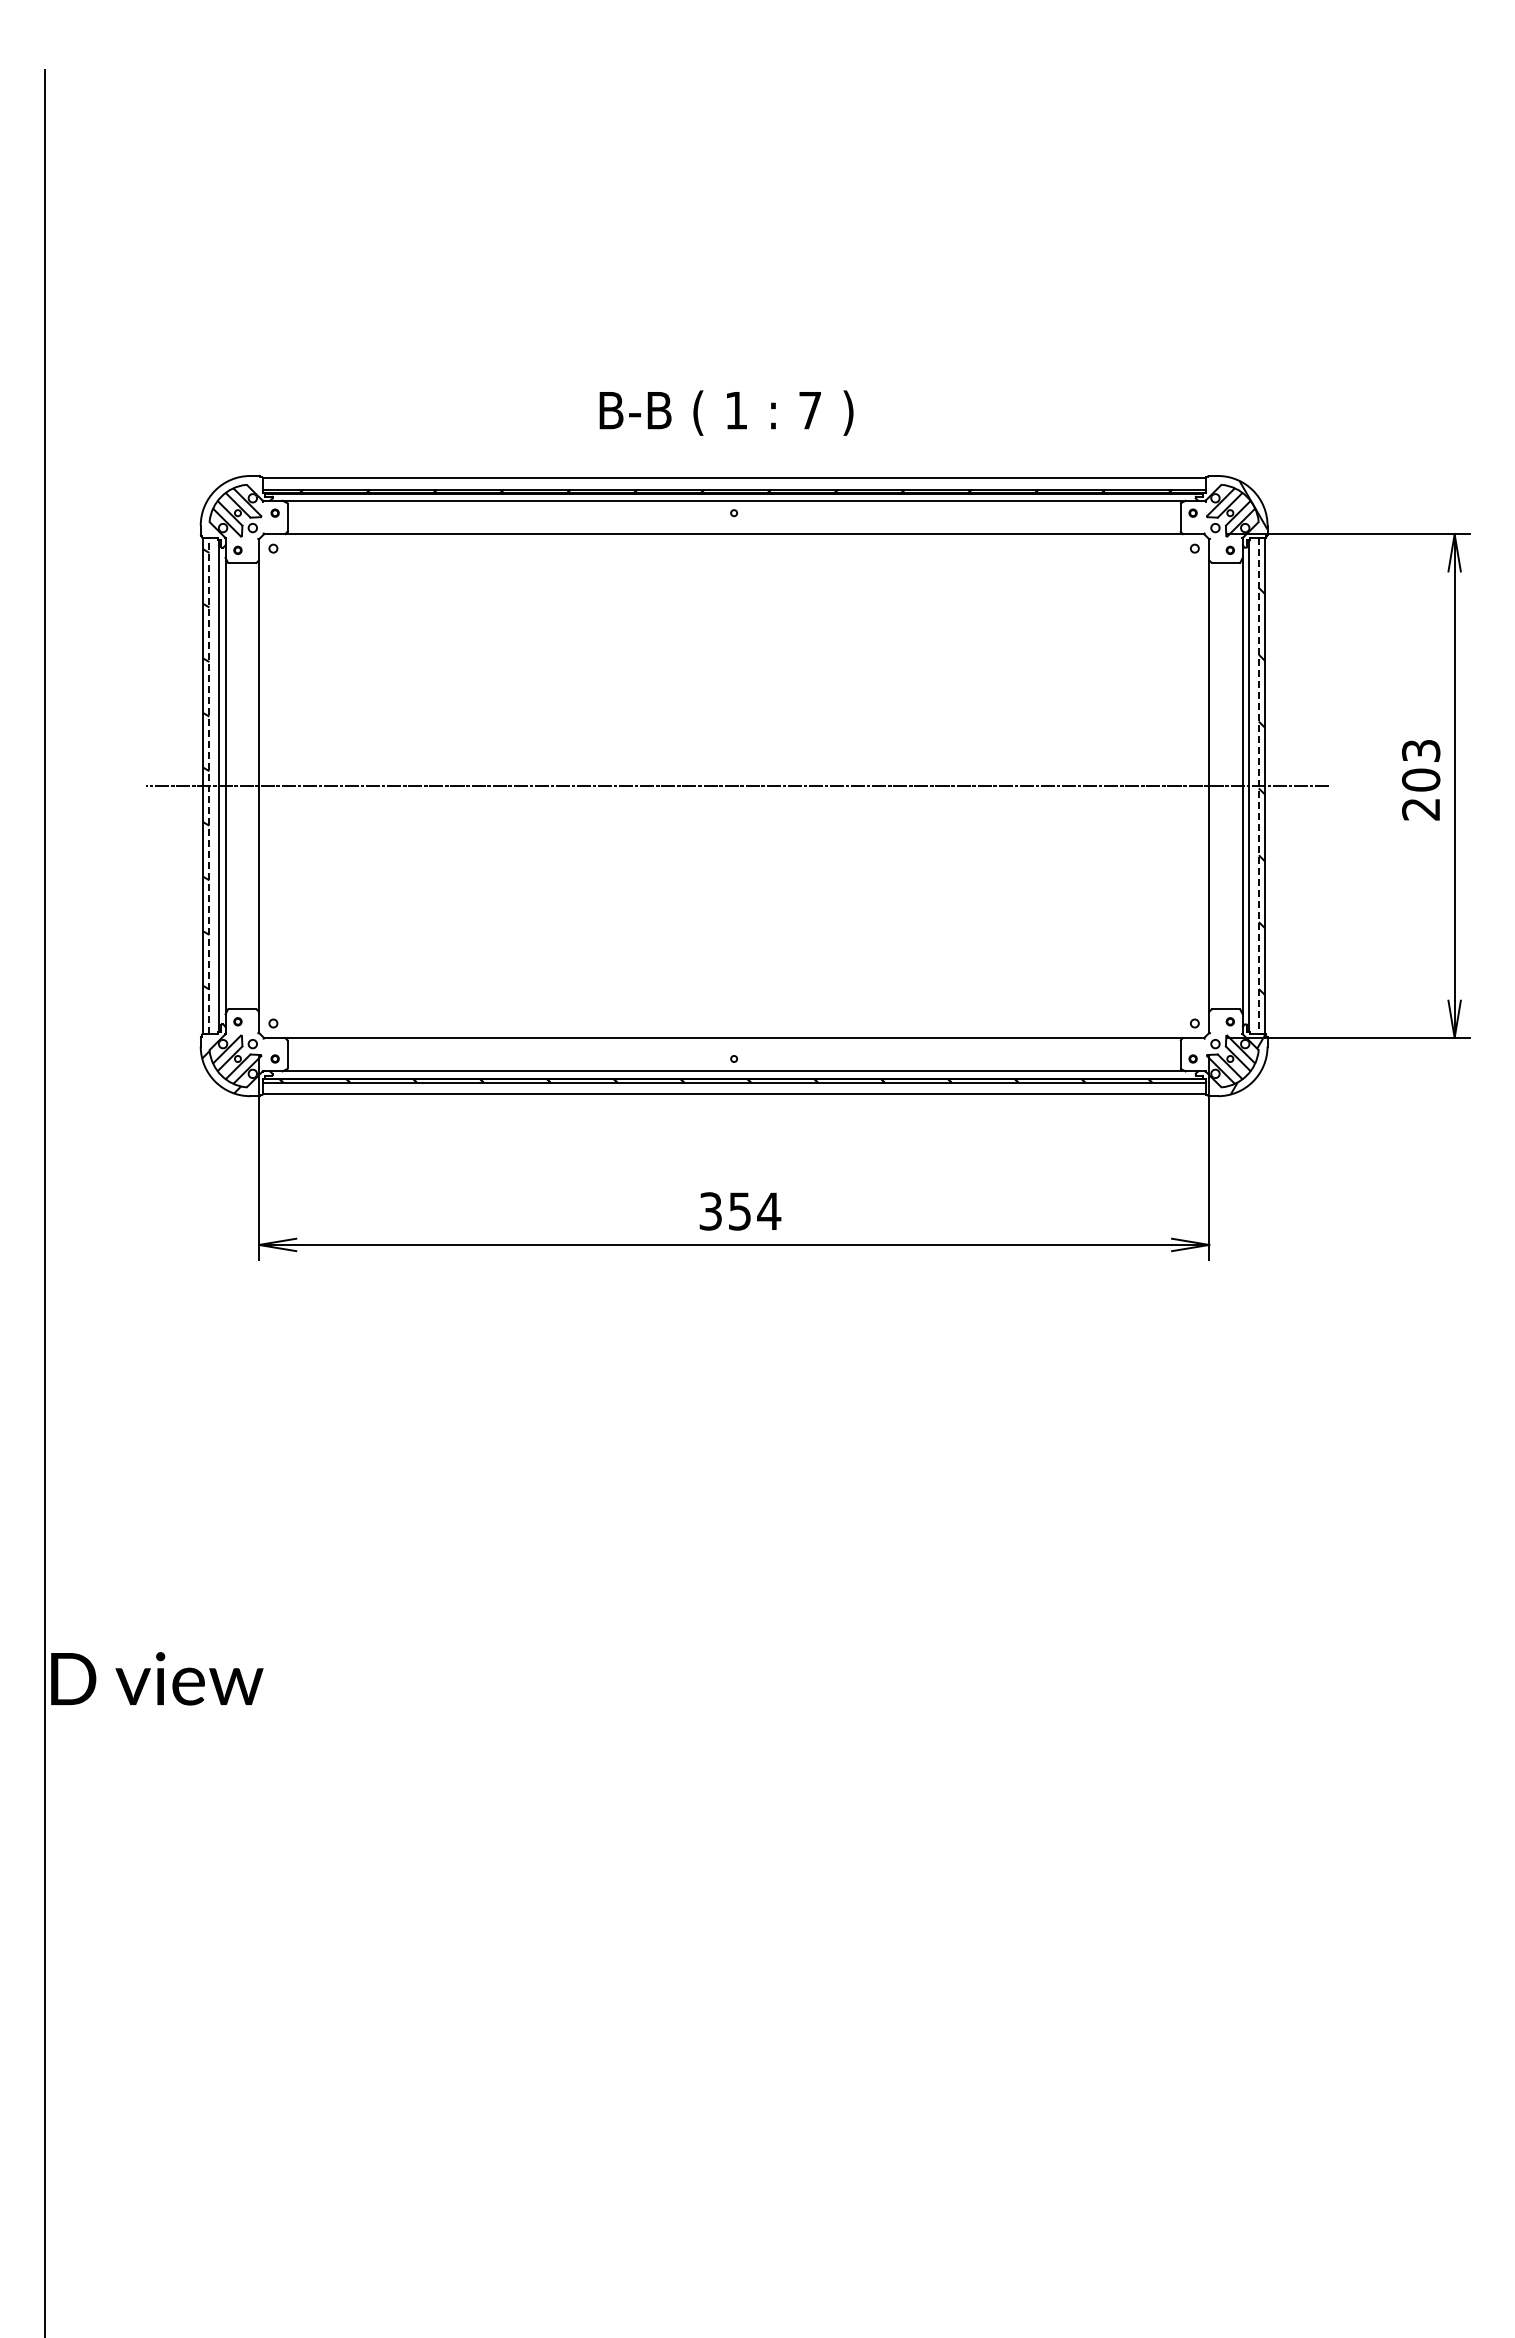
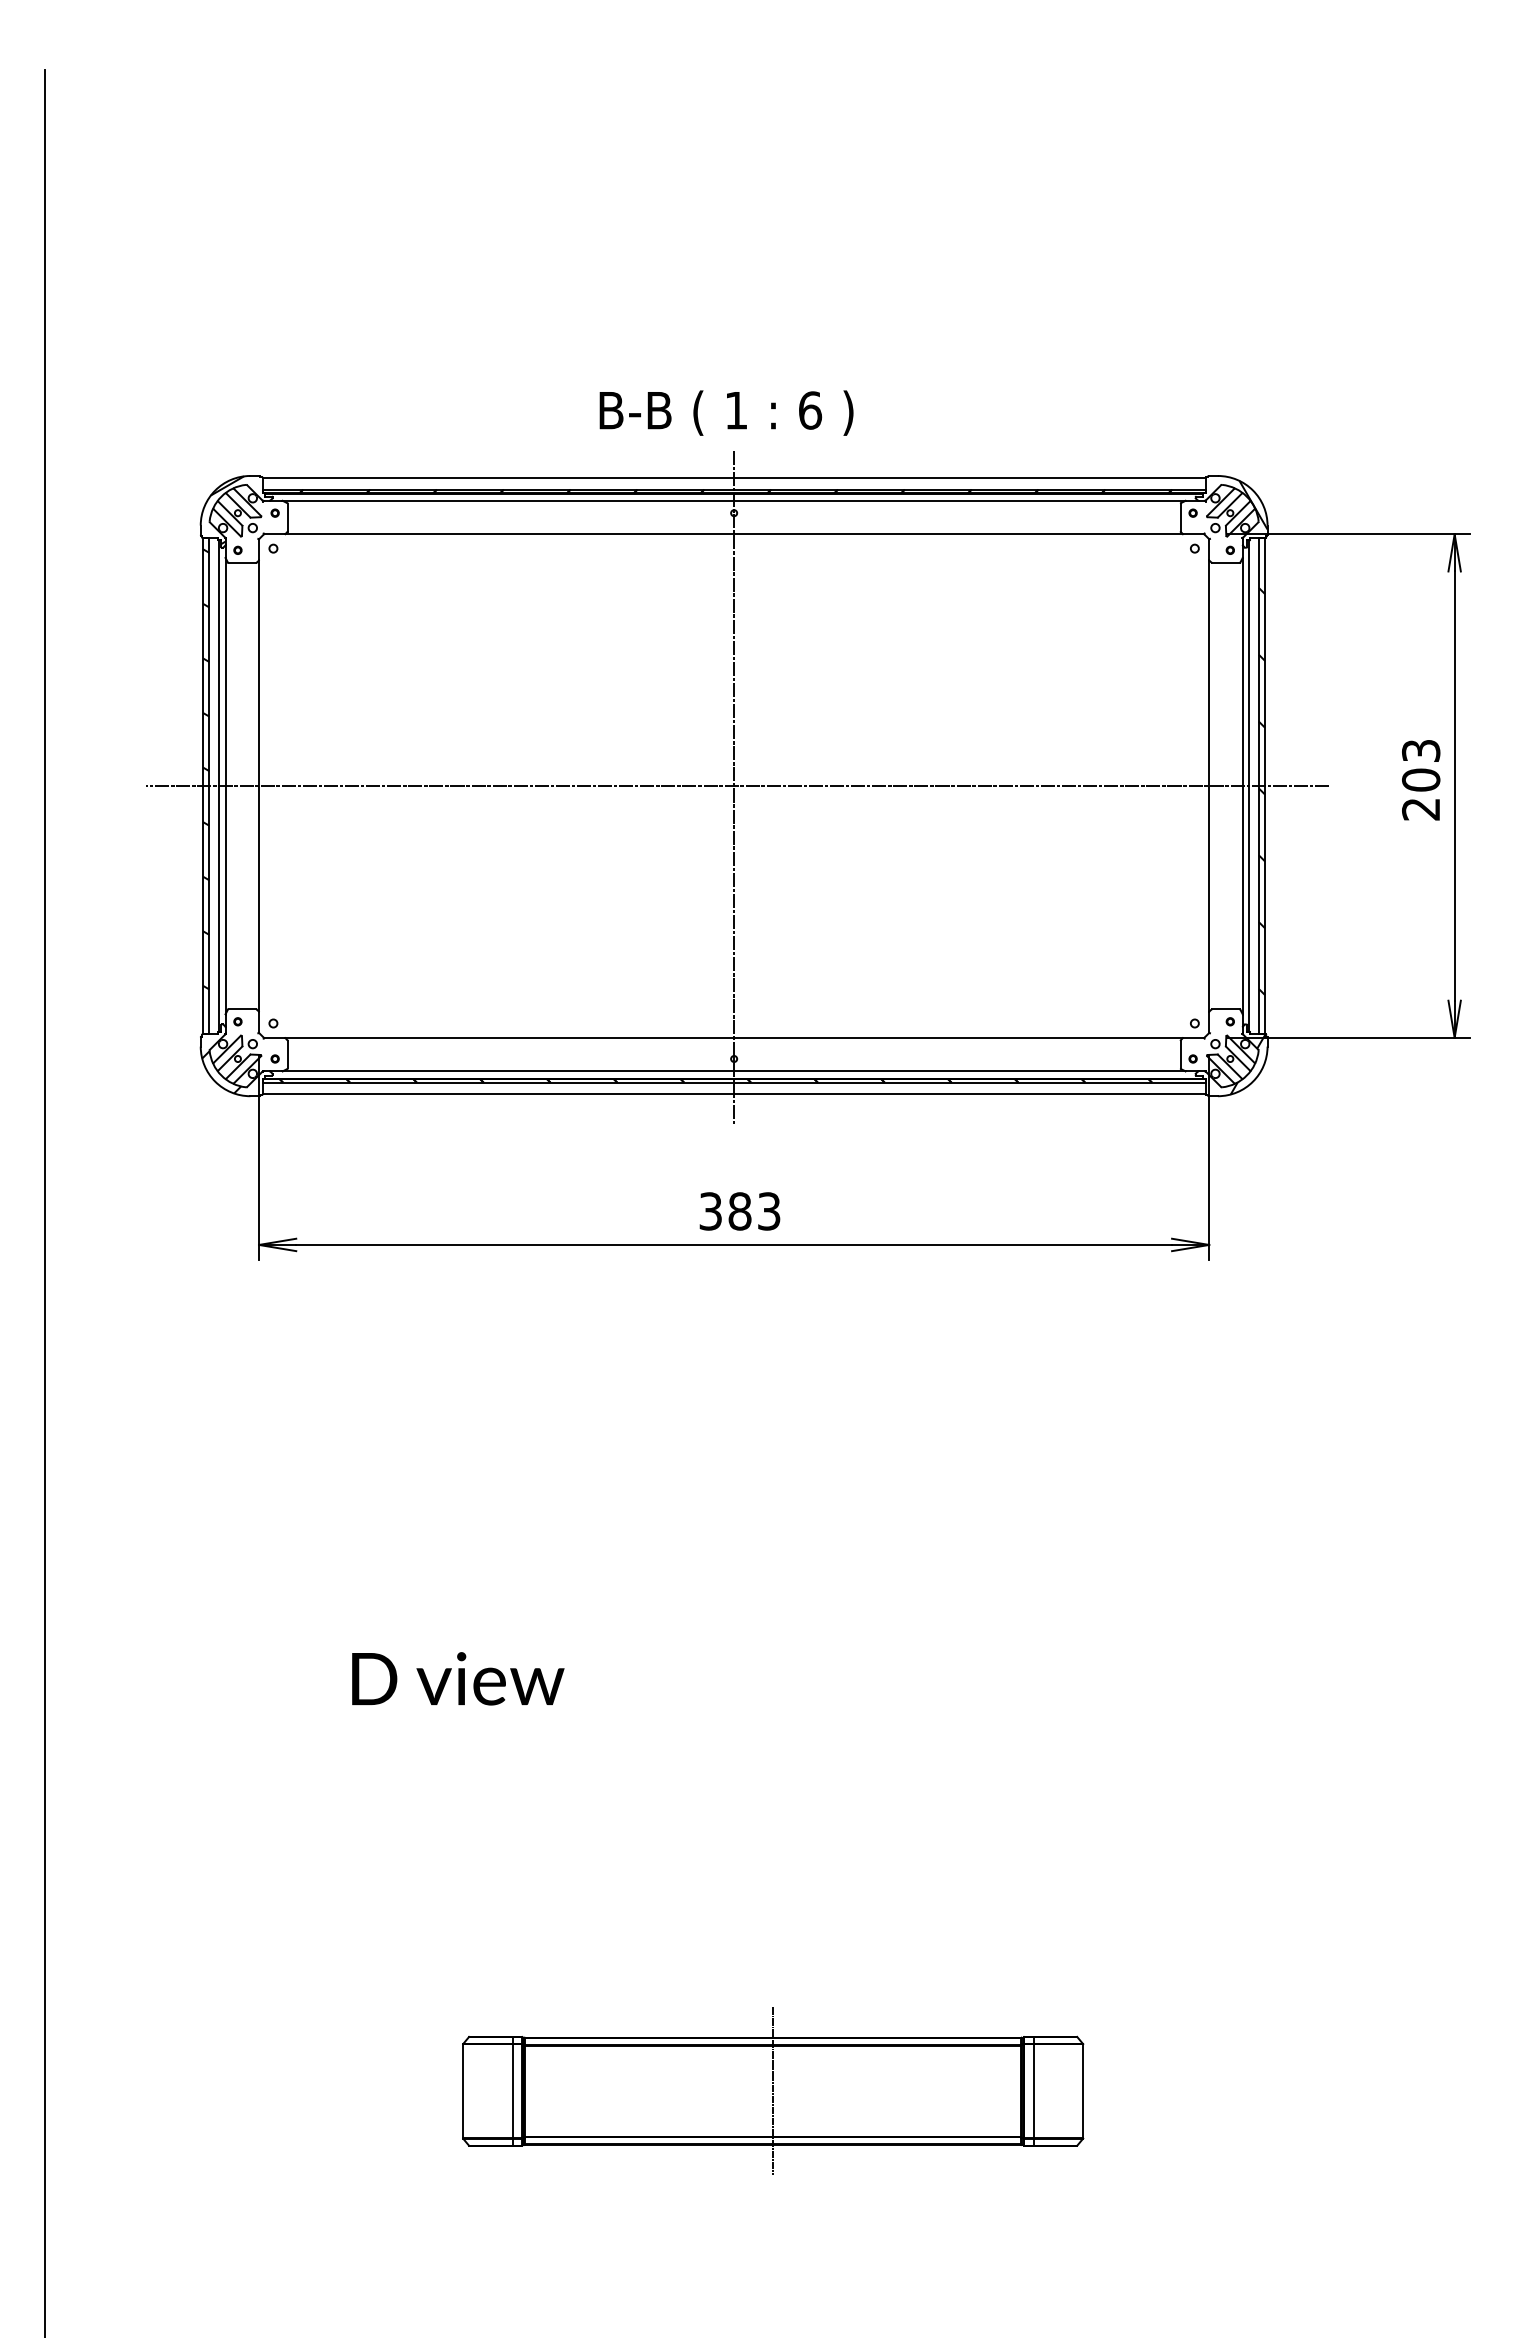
text at (810, 410): 7 -> 6
hatch at (227, 510): none -> present
line at (209, 785): dashed -> solid
line at (1258, 786): dashed -> solid
line at (734, 787): none -> present
text at (754, 1211): 354 -> 383
text at (157, 1678) position: (157, 1678) -> (458, 1678)
part at (773, 2090): none -> present
